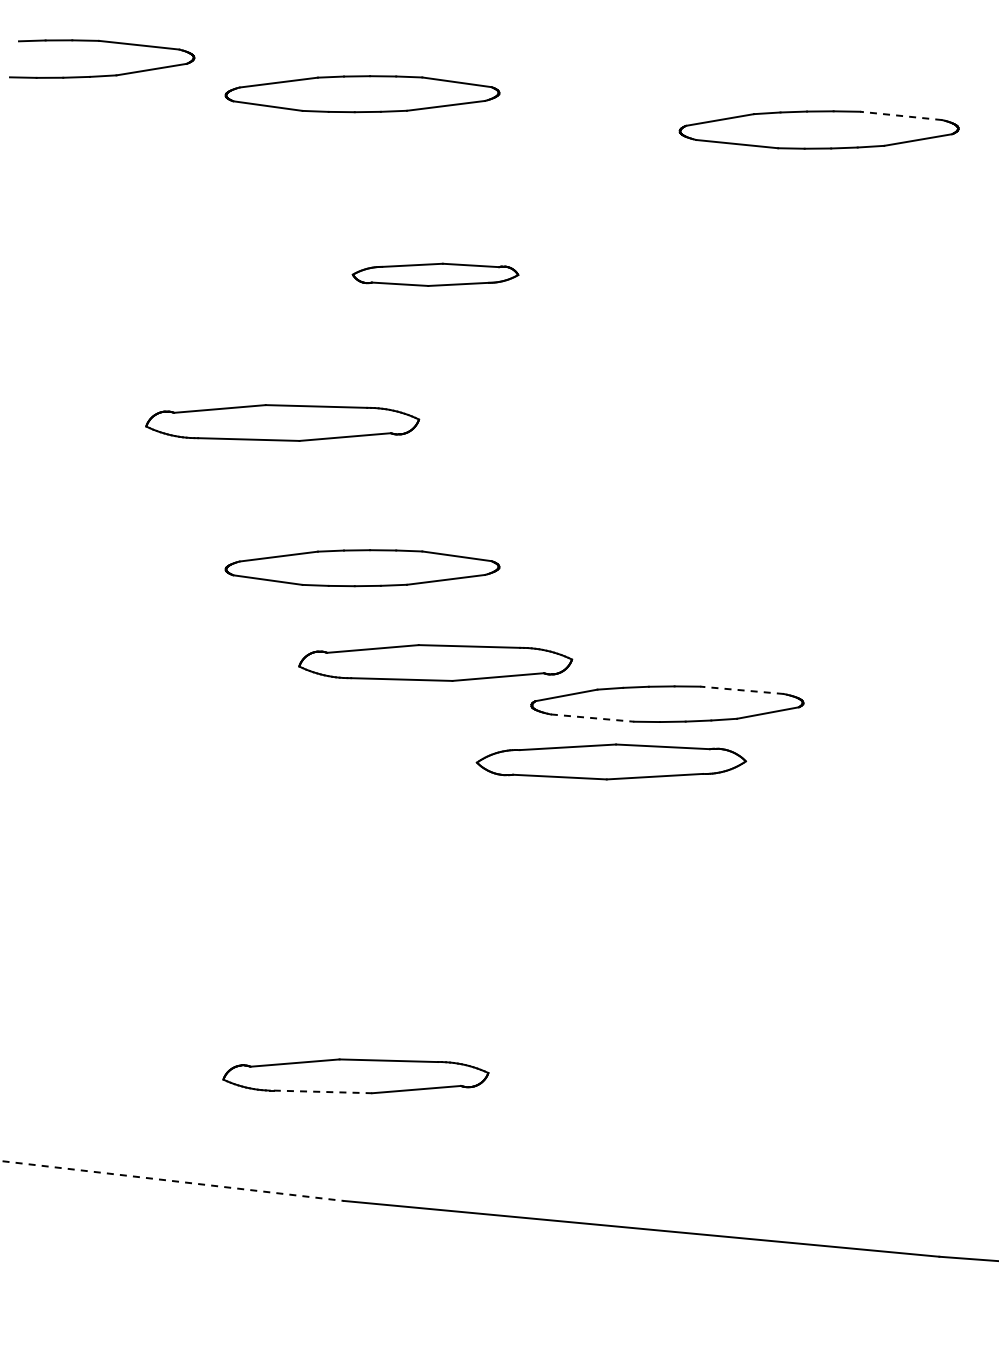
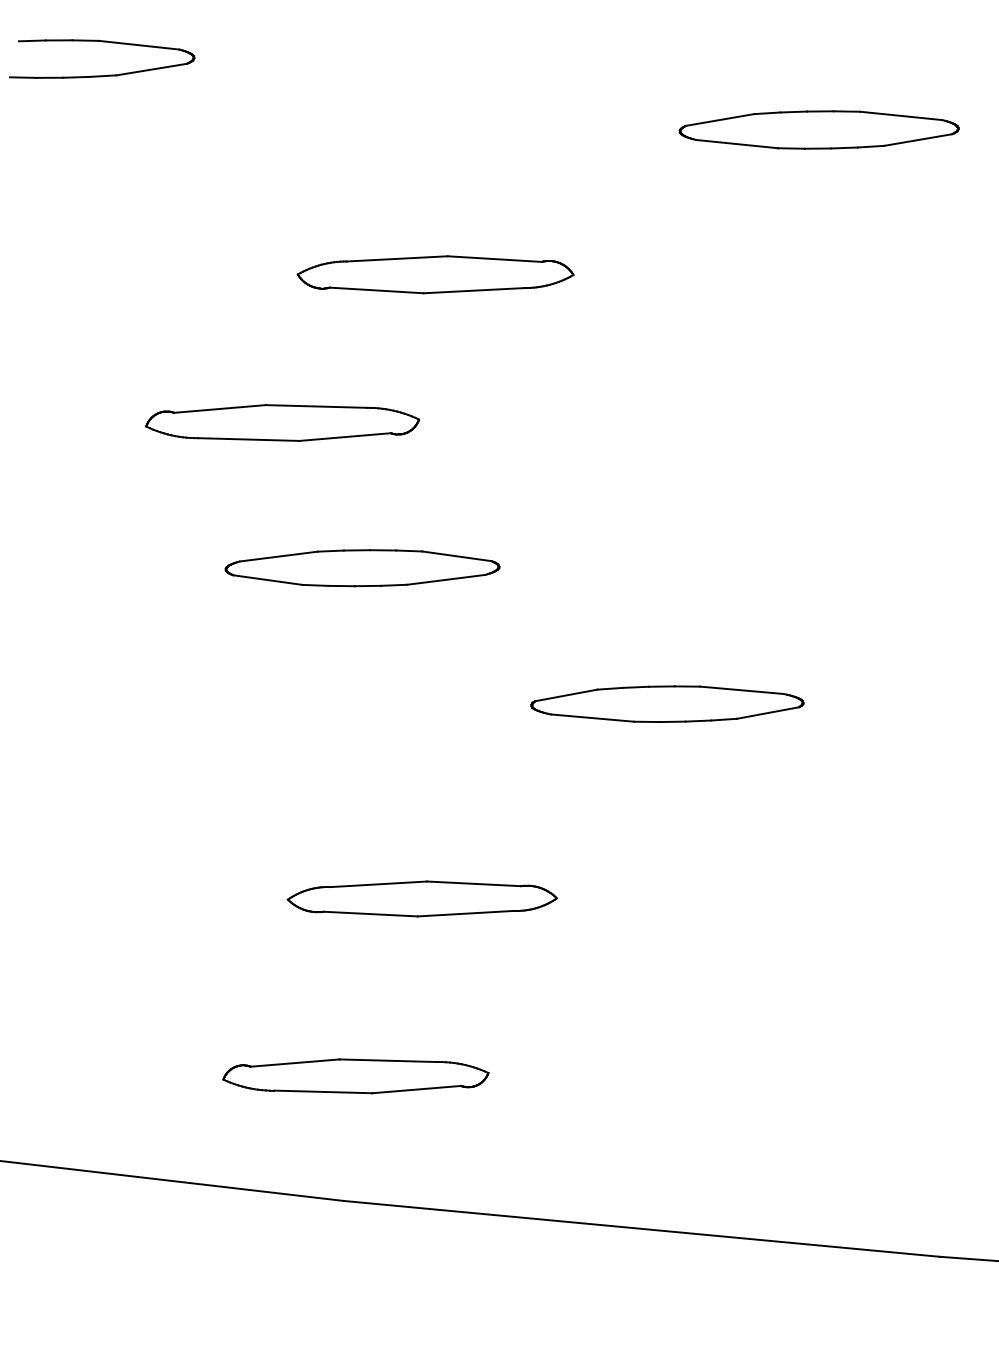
part at (362, 94): present -> none
line at (900, 115): dashed -> solid
part at (435, 274) size: 169x25 px -> 279x40 px
part at (435, 662): present -> none
line at (742, 690): dashed -> solid
line at (592, 718): dashed -> solid
part at (610, 761) position: (610, 761) -> (421, 898)
line at (323, 1091): dashed -> solid
line at (172, 1180): dashed -> solid
